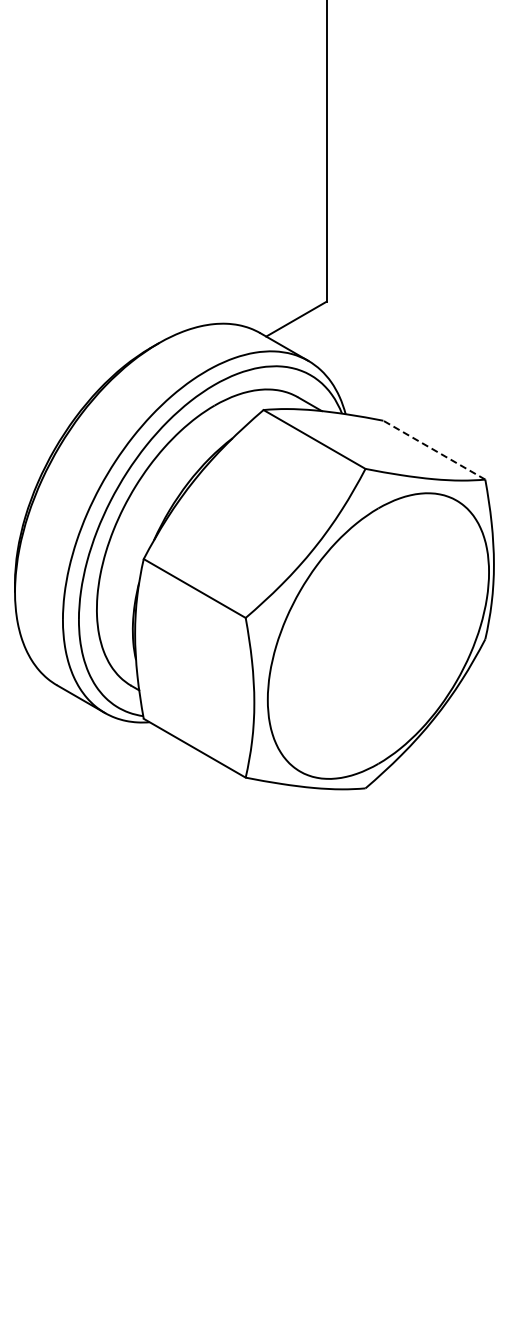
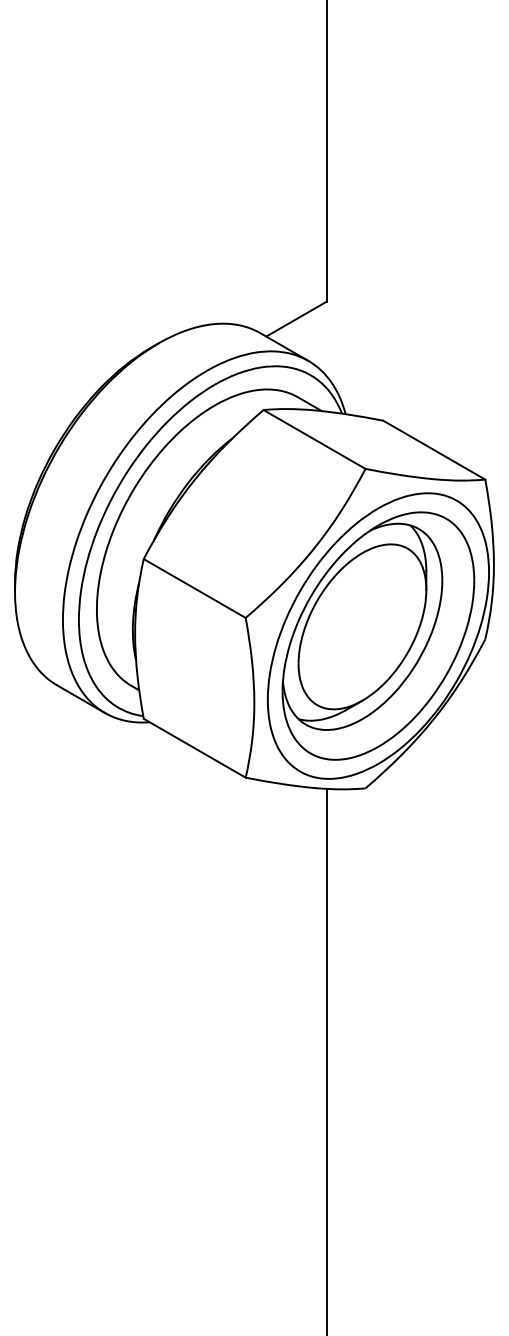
line at (434, 450): dashed -> solid
part at (378, 635): none -> present
line at (326, 1060): none -> present
